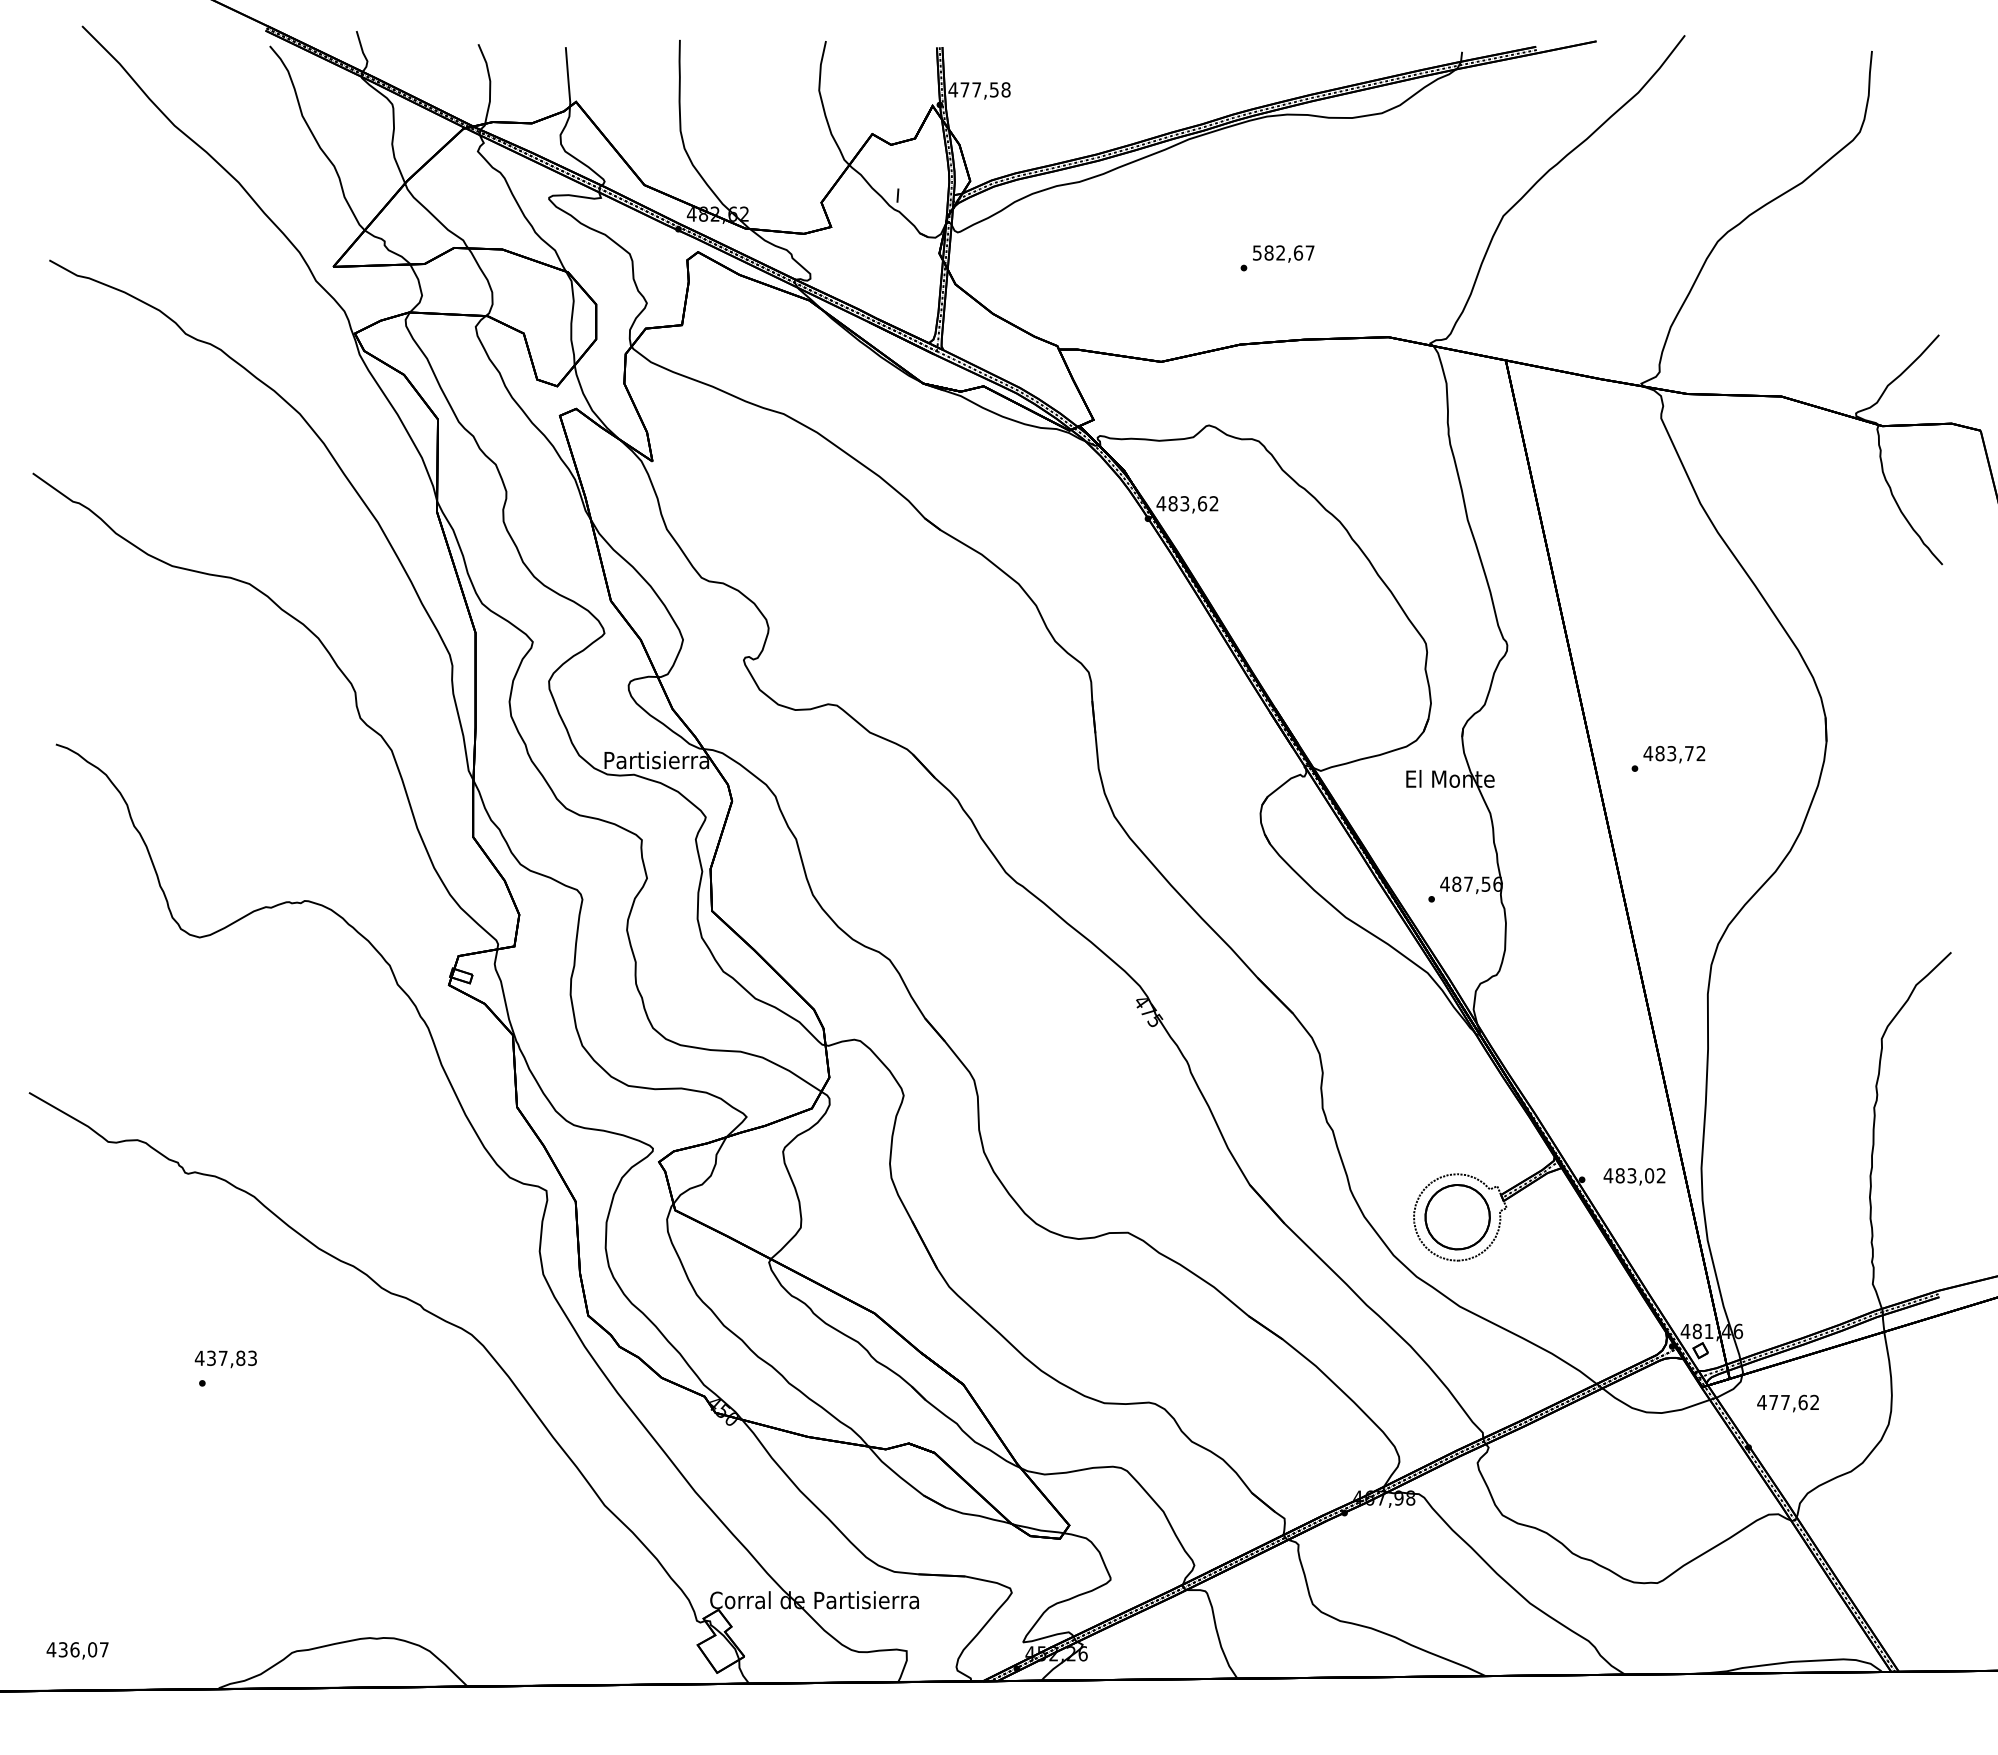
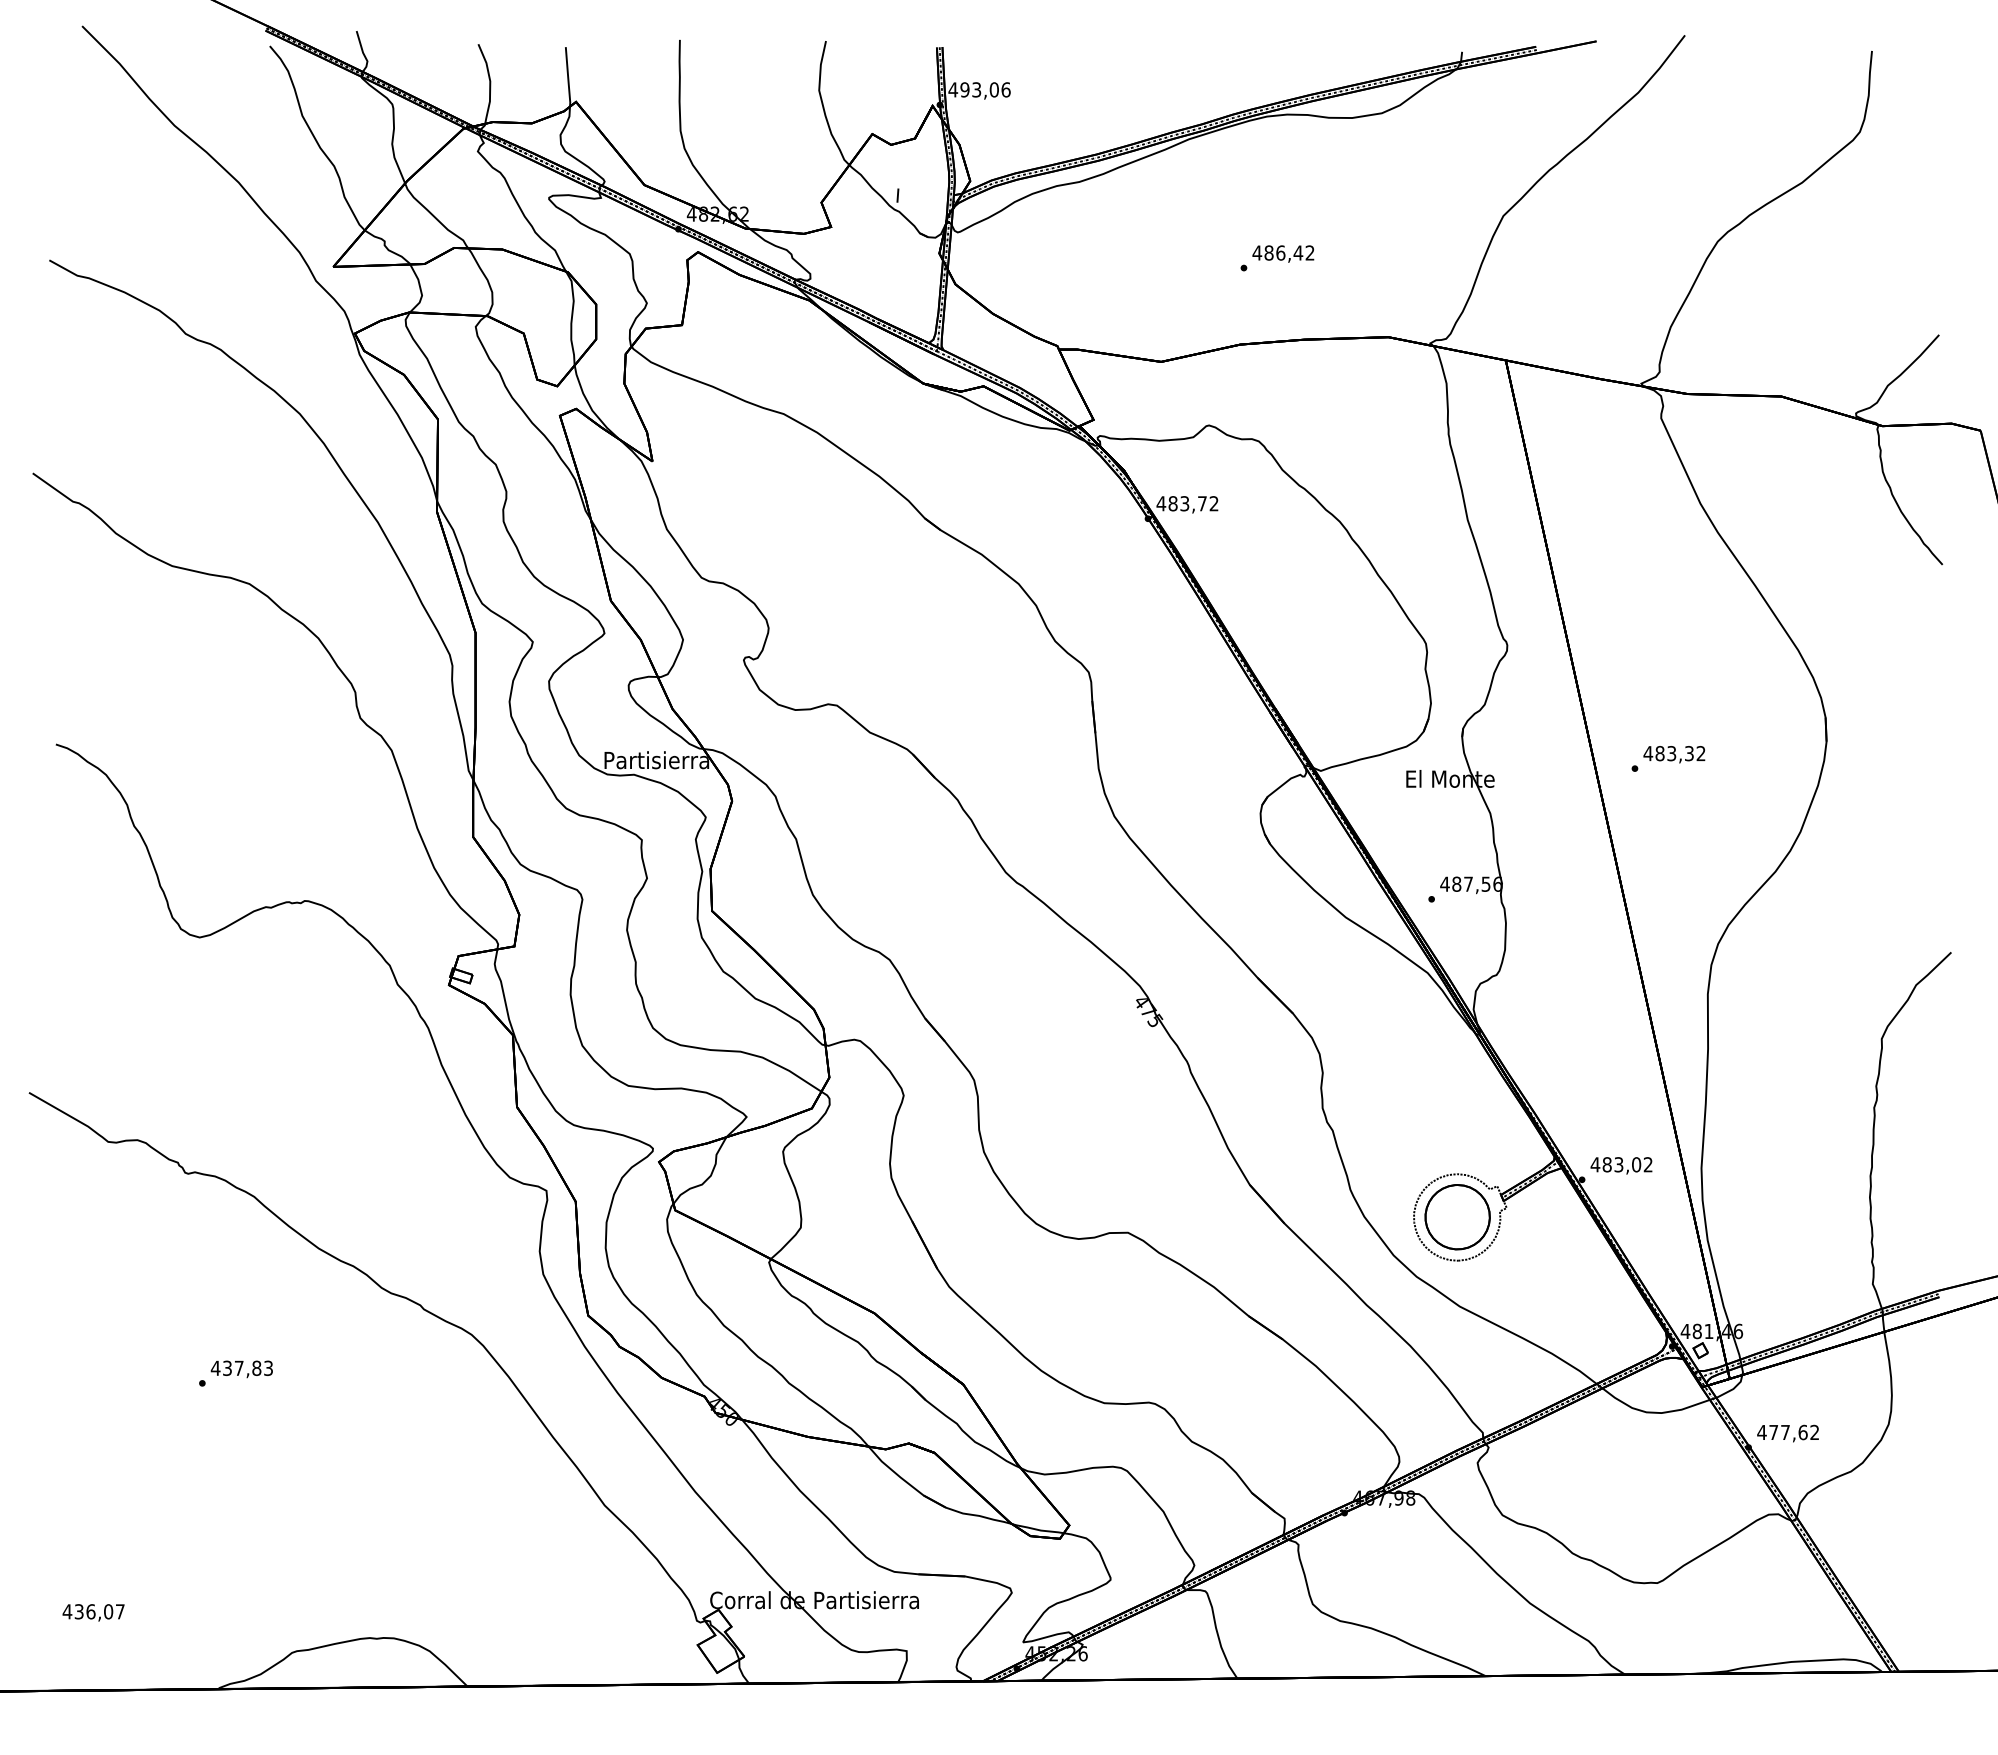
text at (985, 89): 477,58 -> 493,06
text at (1283, 252): 582,67 -> 486,42
text at (1202, 503): 483,62 -> 483,72
text at (1689, 753): 483,72 -> 483,32
text at (1634, 1176) position: (1634, 1176) -> (1621, 1165)
text at (225, 1359) position: (225, 1359) -> (241, 1369)
text at (1787, 1403) position: (1787, 1403) -> (1787, 1433)
text at (77, 1650) position: (77, 1650) -> (93, 1612)
